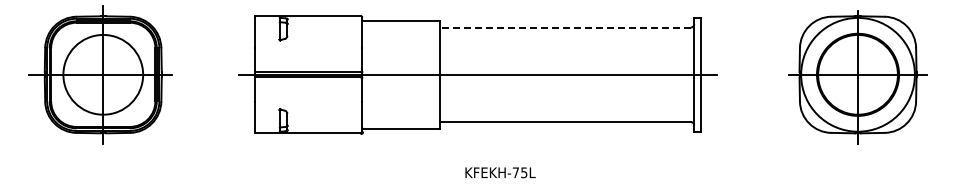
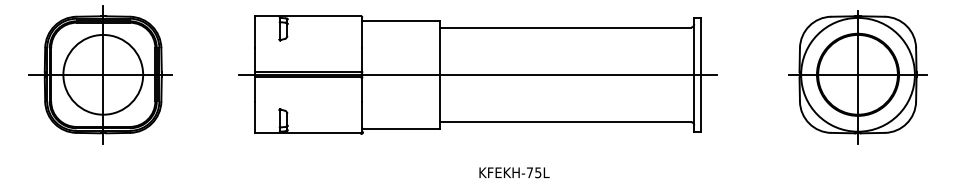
line at (565, 27): dashed -> solid
text at (500, 172) position: (500, 172) -> (514, 172)
